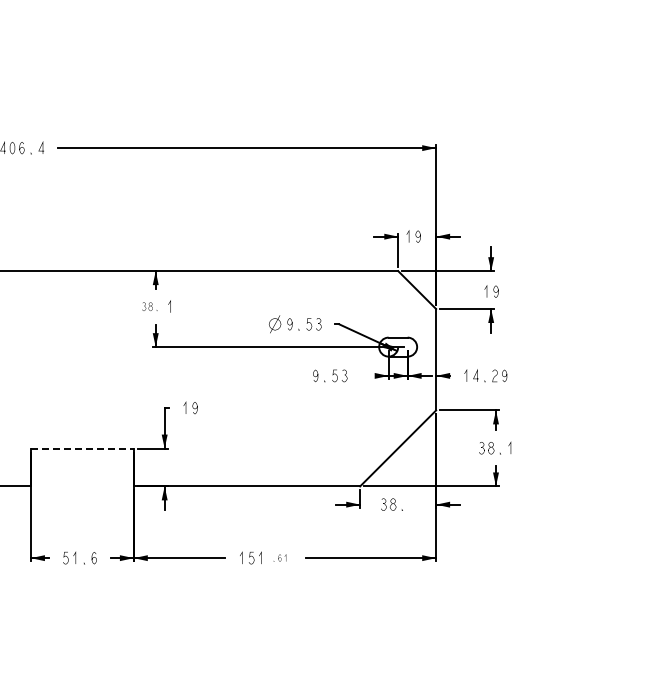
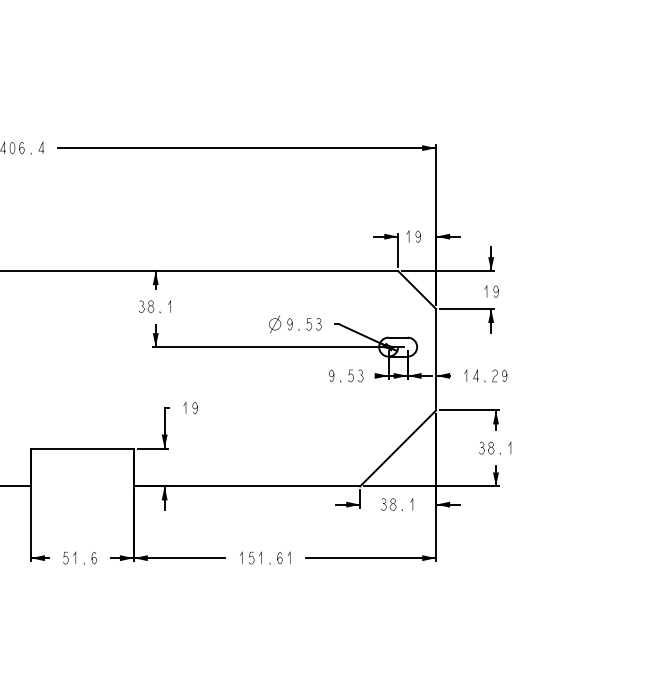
part at (149, 306) size: 16x9 px -> 22x13 px
part at (330, 375) position: (330, 375) -> (346, 375)
line at (82, 448): dashed -> solid
line at (412, 504): none -> present
part at (279, 557) size: 14x8 px -> 22x14 px
